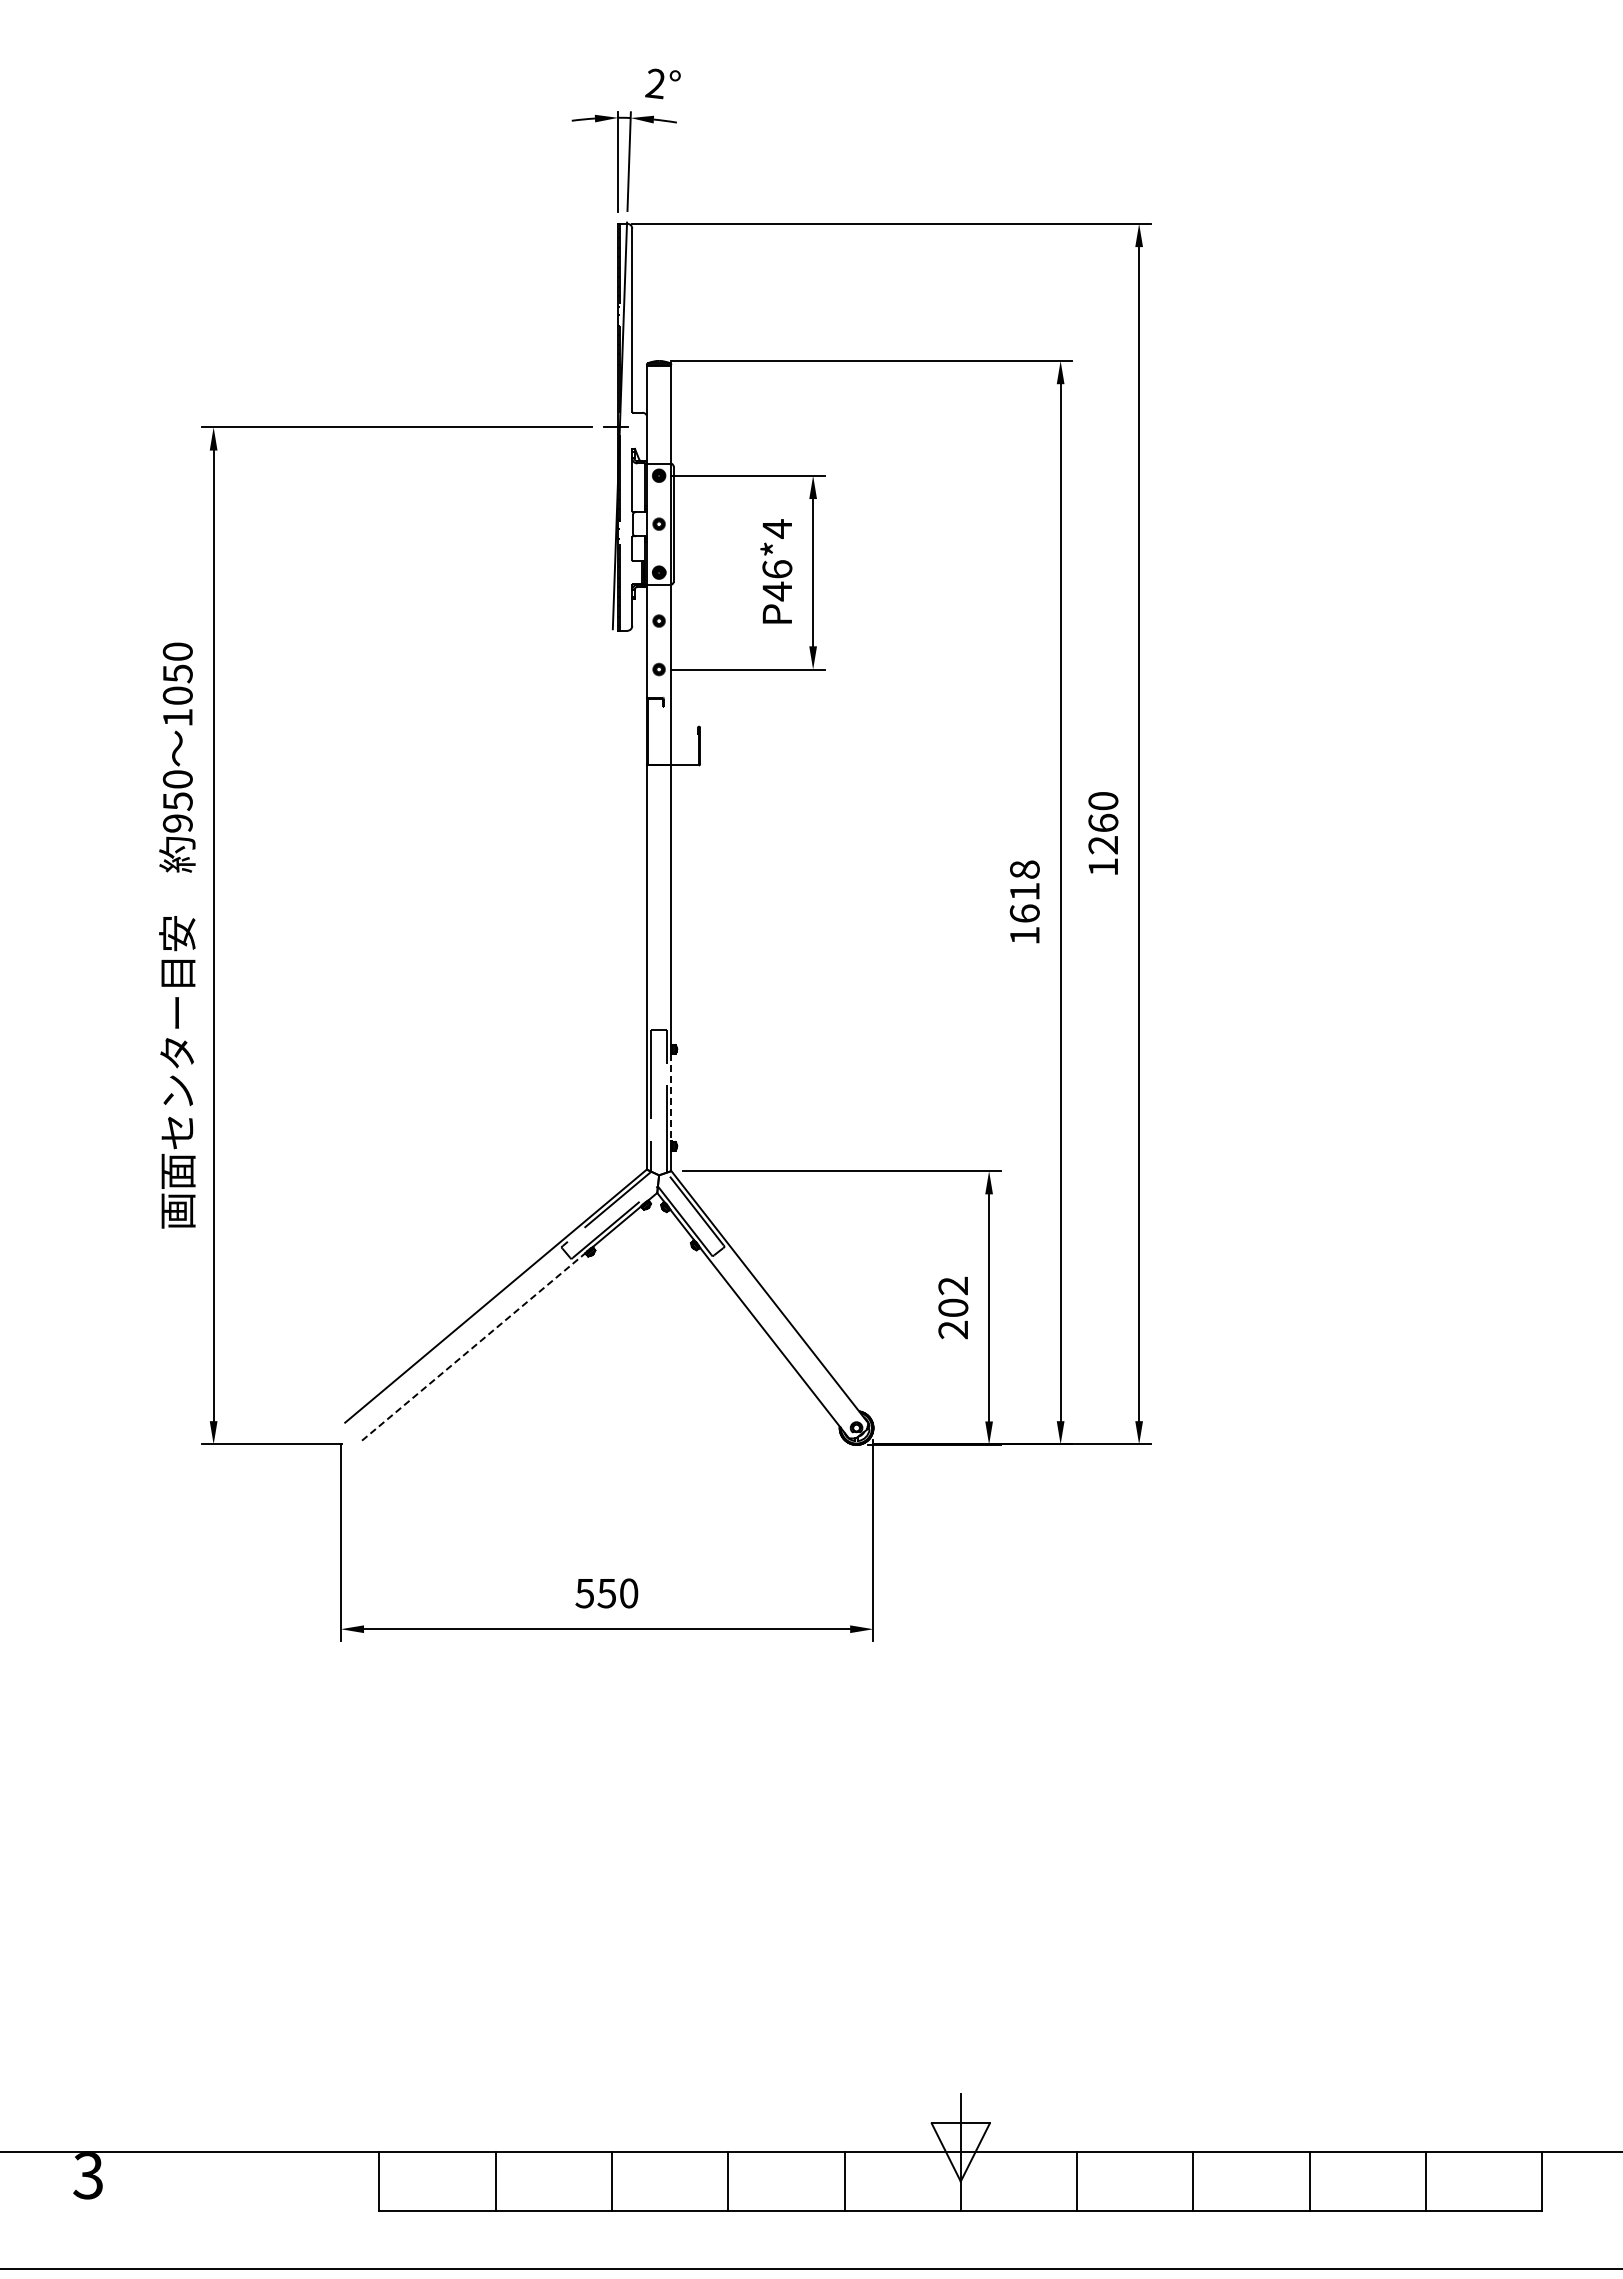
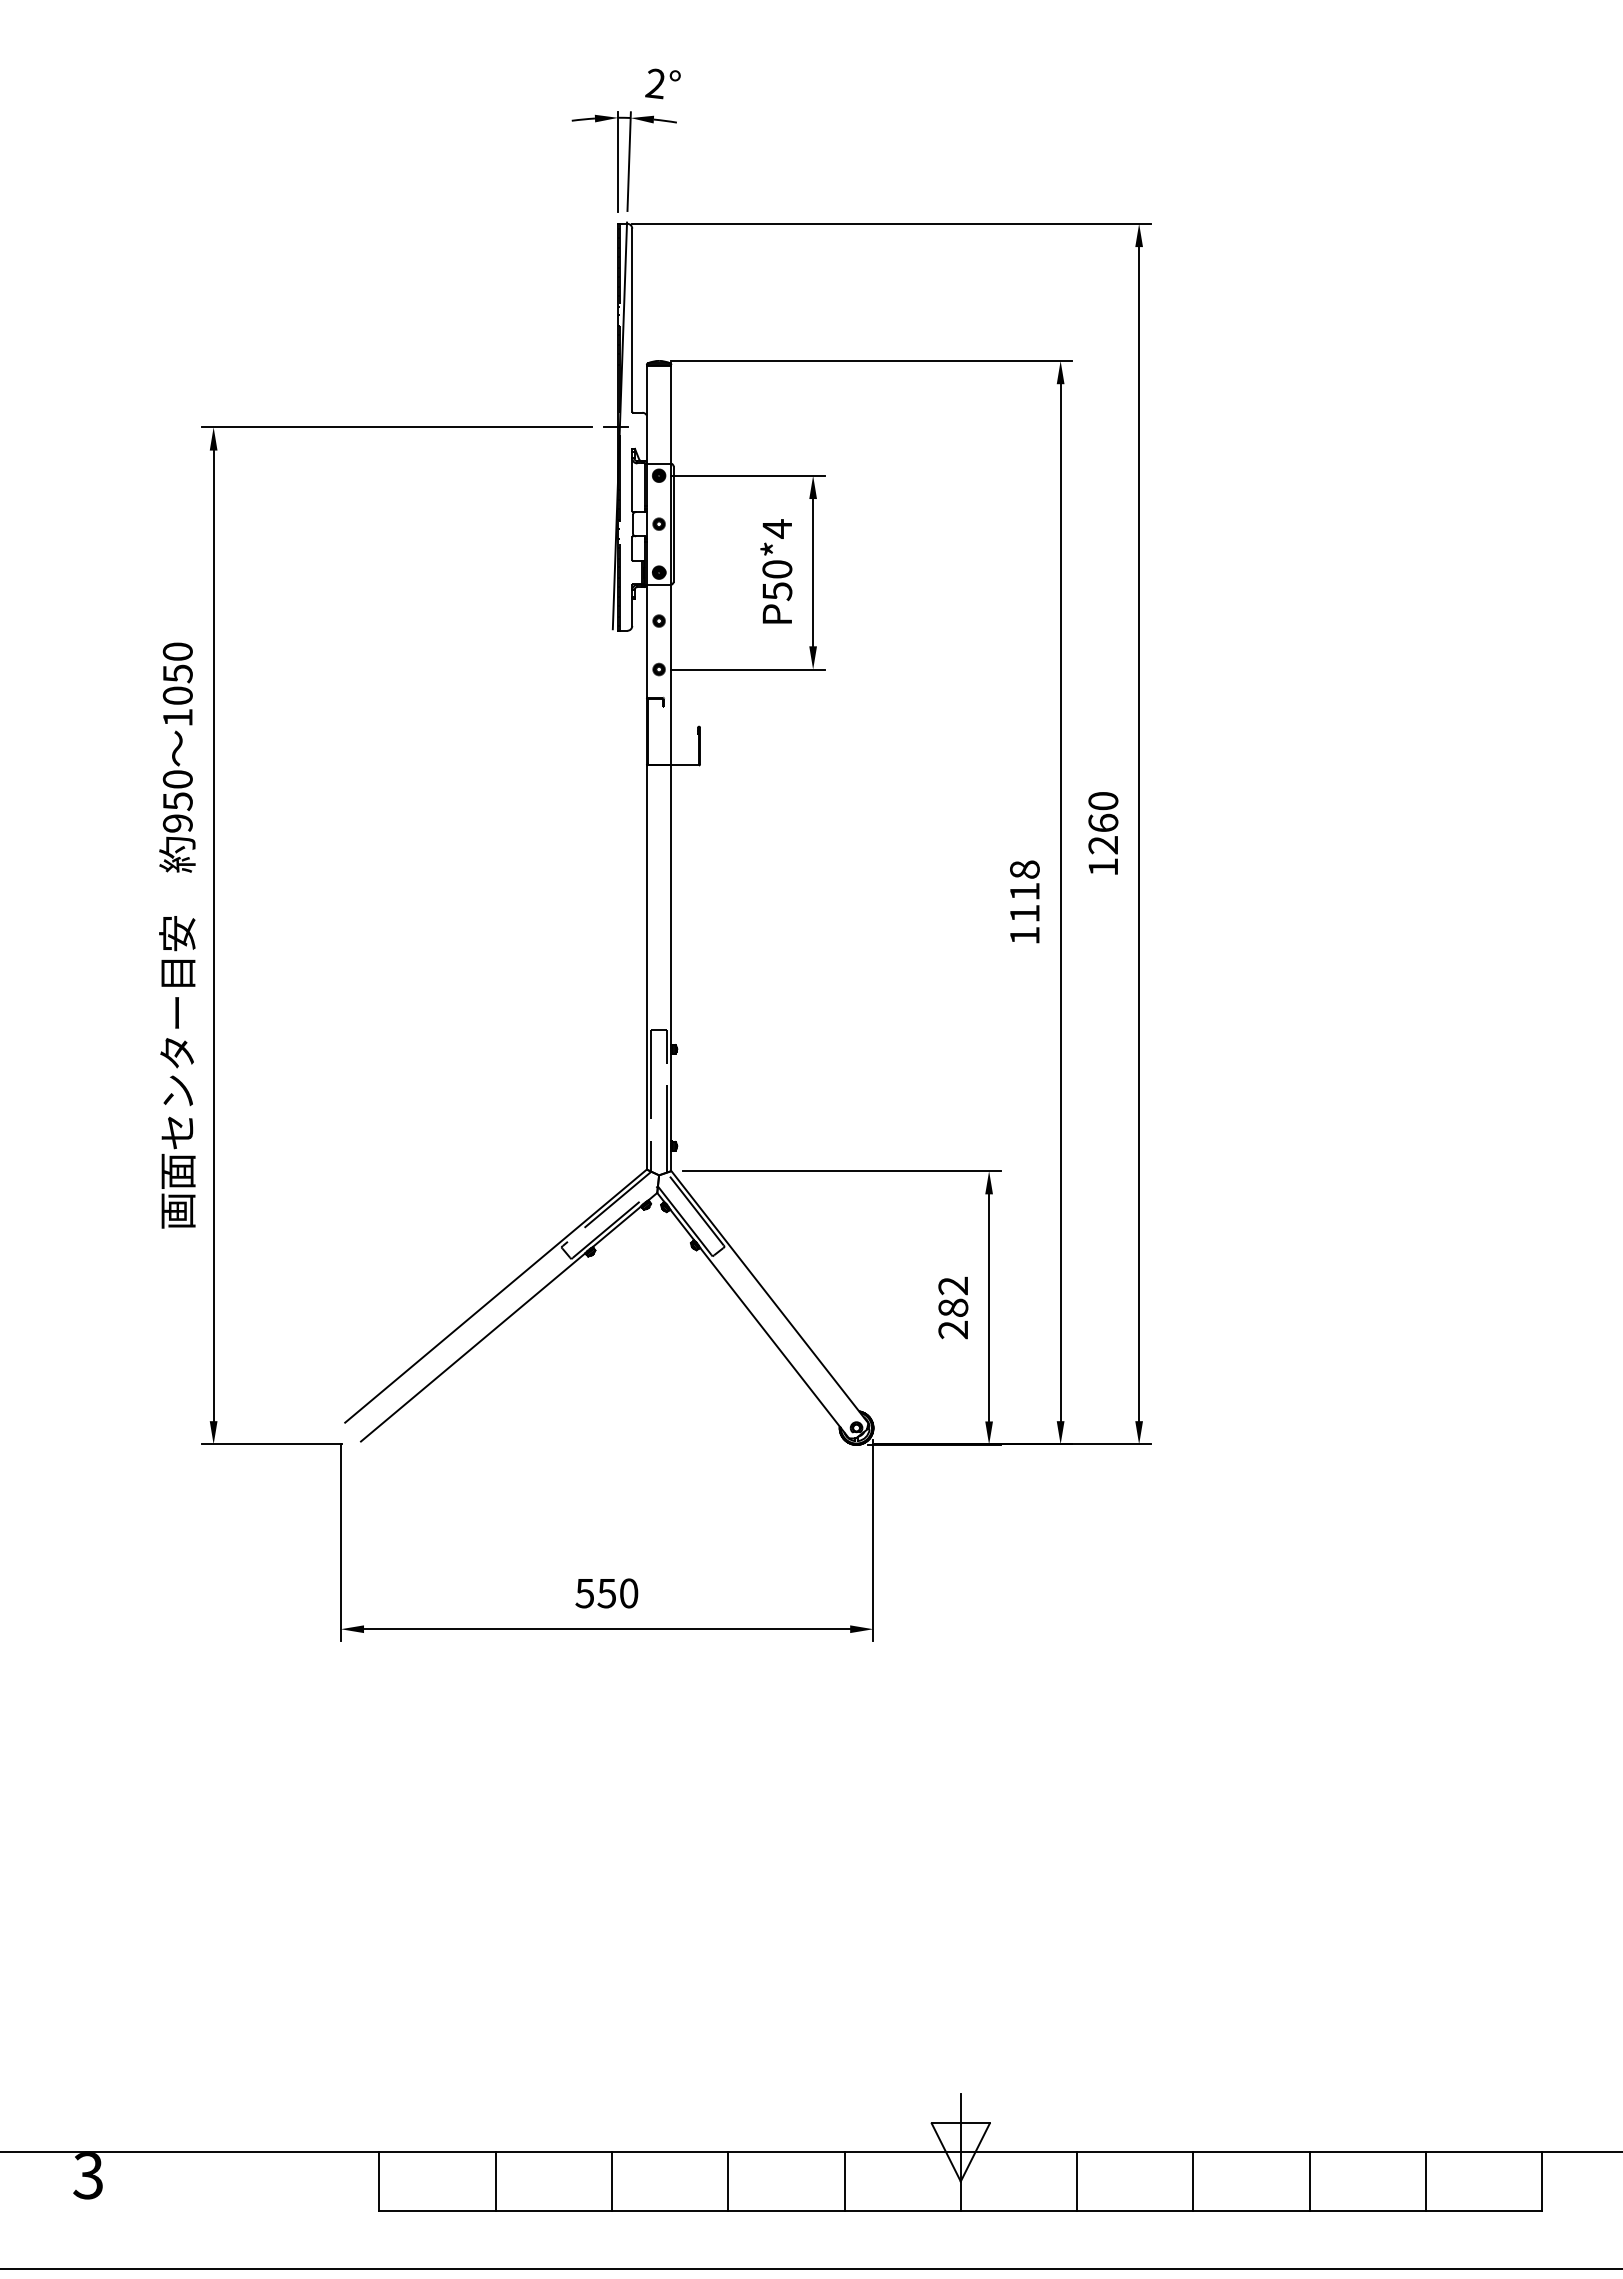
text at (777, 580): P46*4 -> P50*4
text at (1024, 913): 1618 -> 1118
line at (671, 1097): dashed -> solid
text at (953, 1307): 202 -> 282
line at (473, 1347): dashed -> solid
